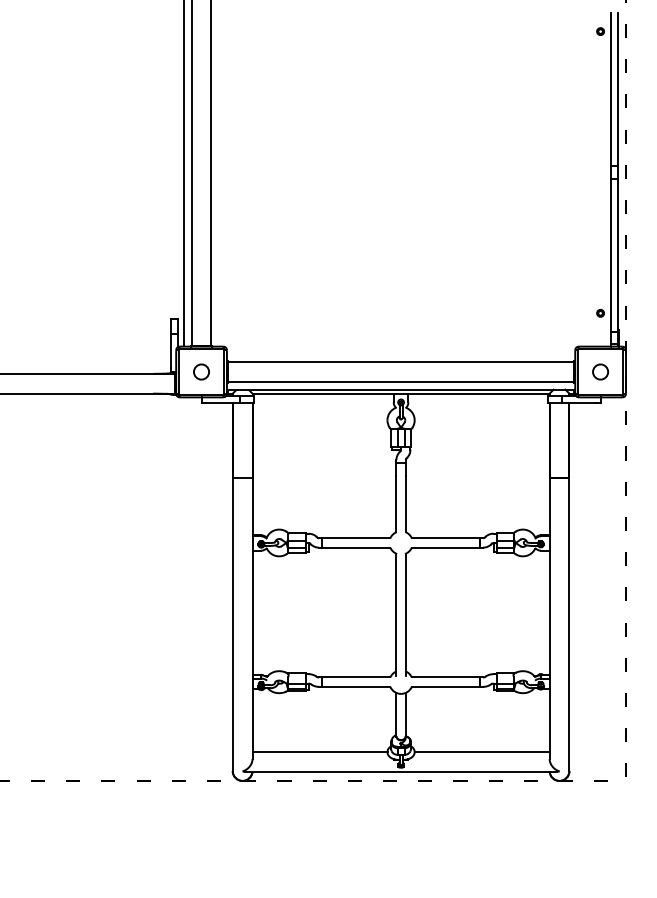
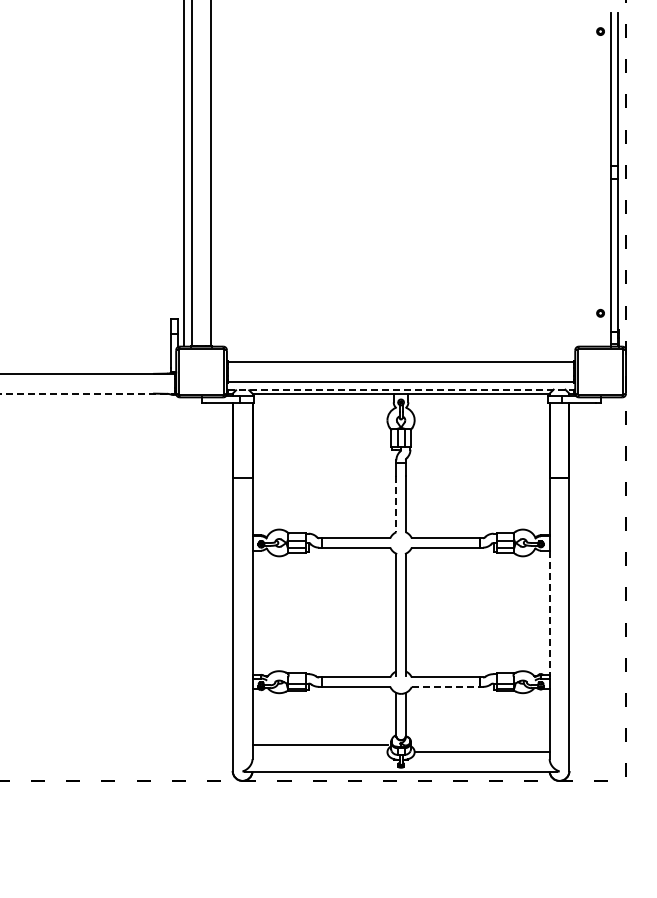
circle at (201, 371): present -> none
circle at (600, 371): present -> none
line at (401, 389): solid -> dashed
line at (88, 393): solid -> dashed
line at (396, 504): solid -> dashed
line at (549, 614): solid -> dashed
line at (446, 686): solid -> dashed
line at (319, 751) position: (319, 751) -> (319, 744)
